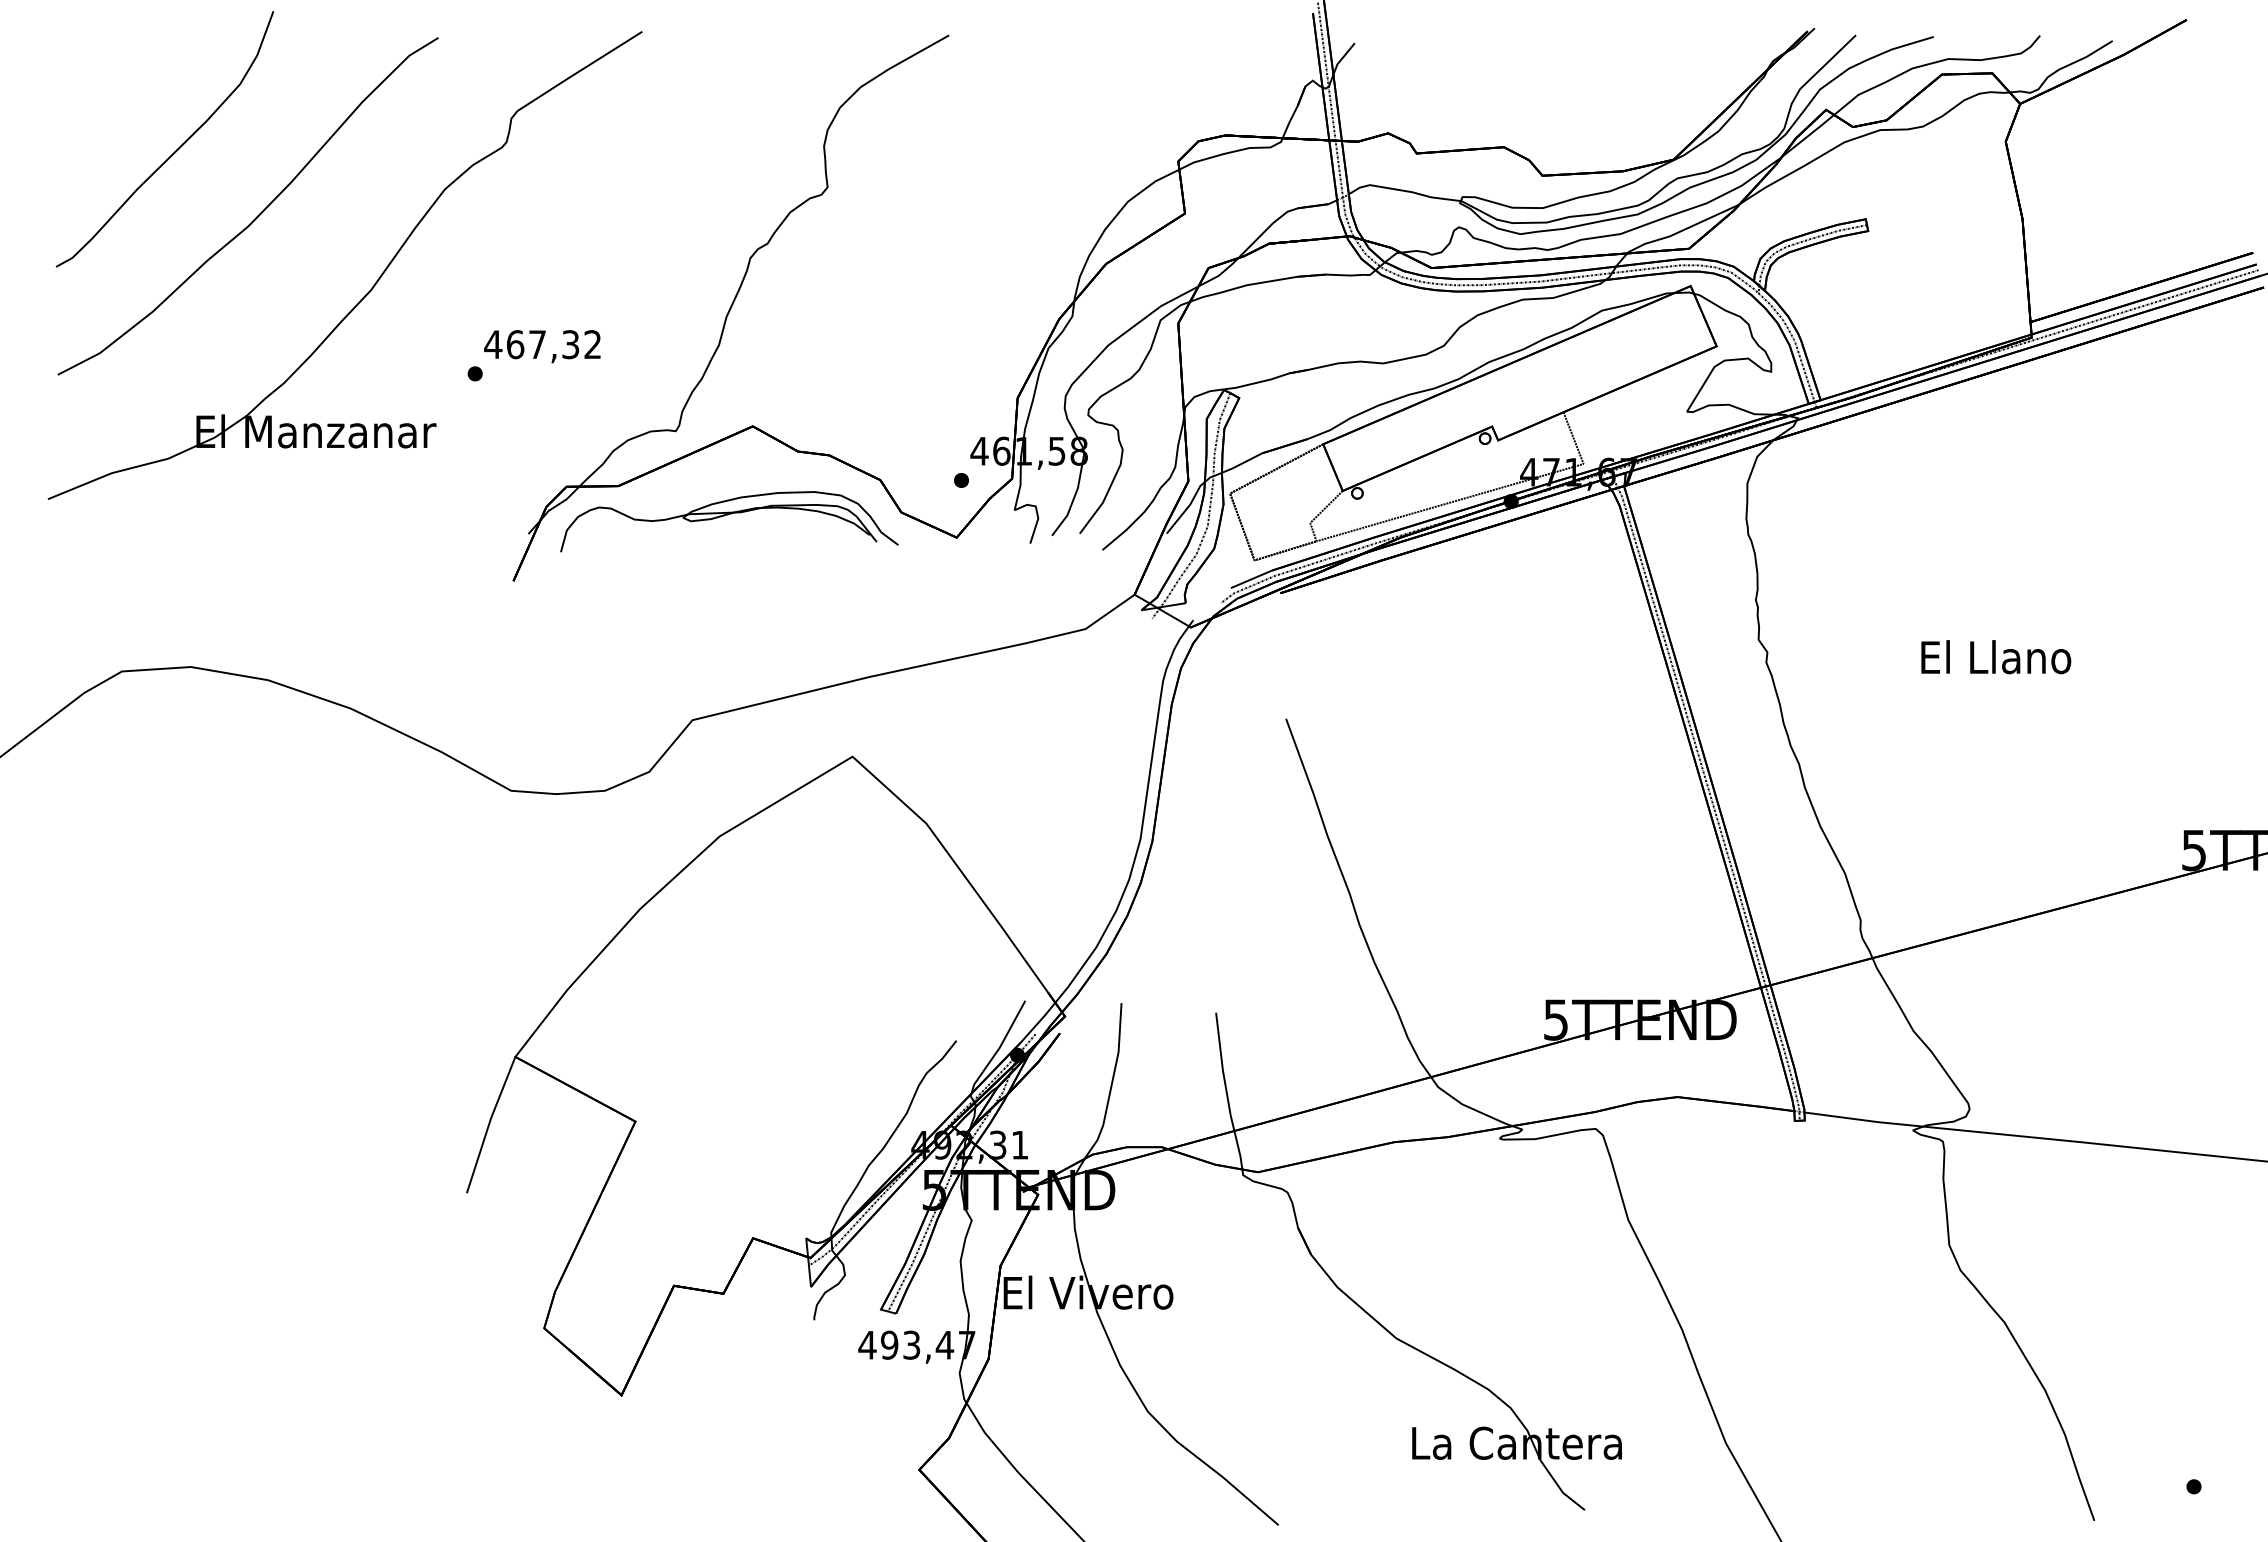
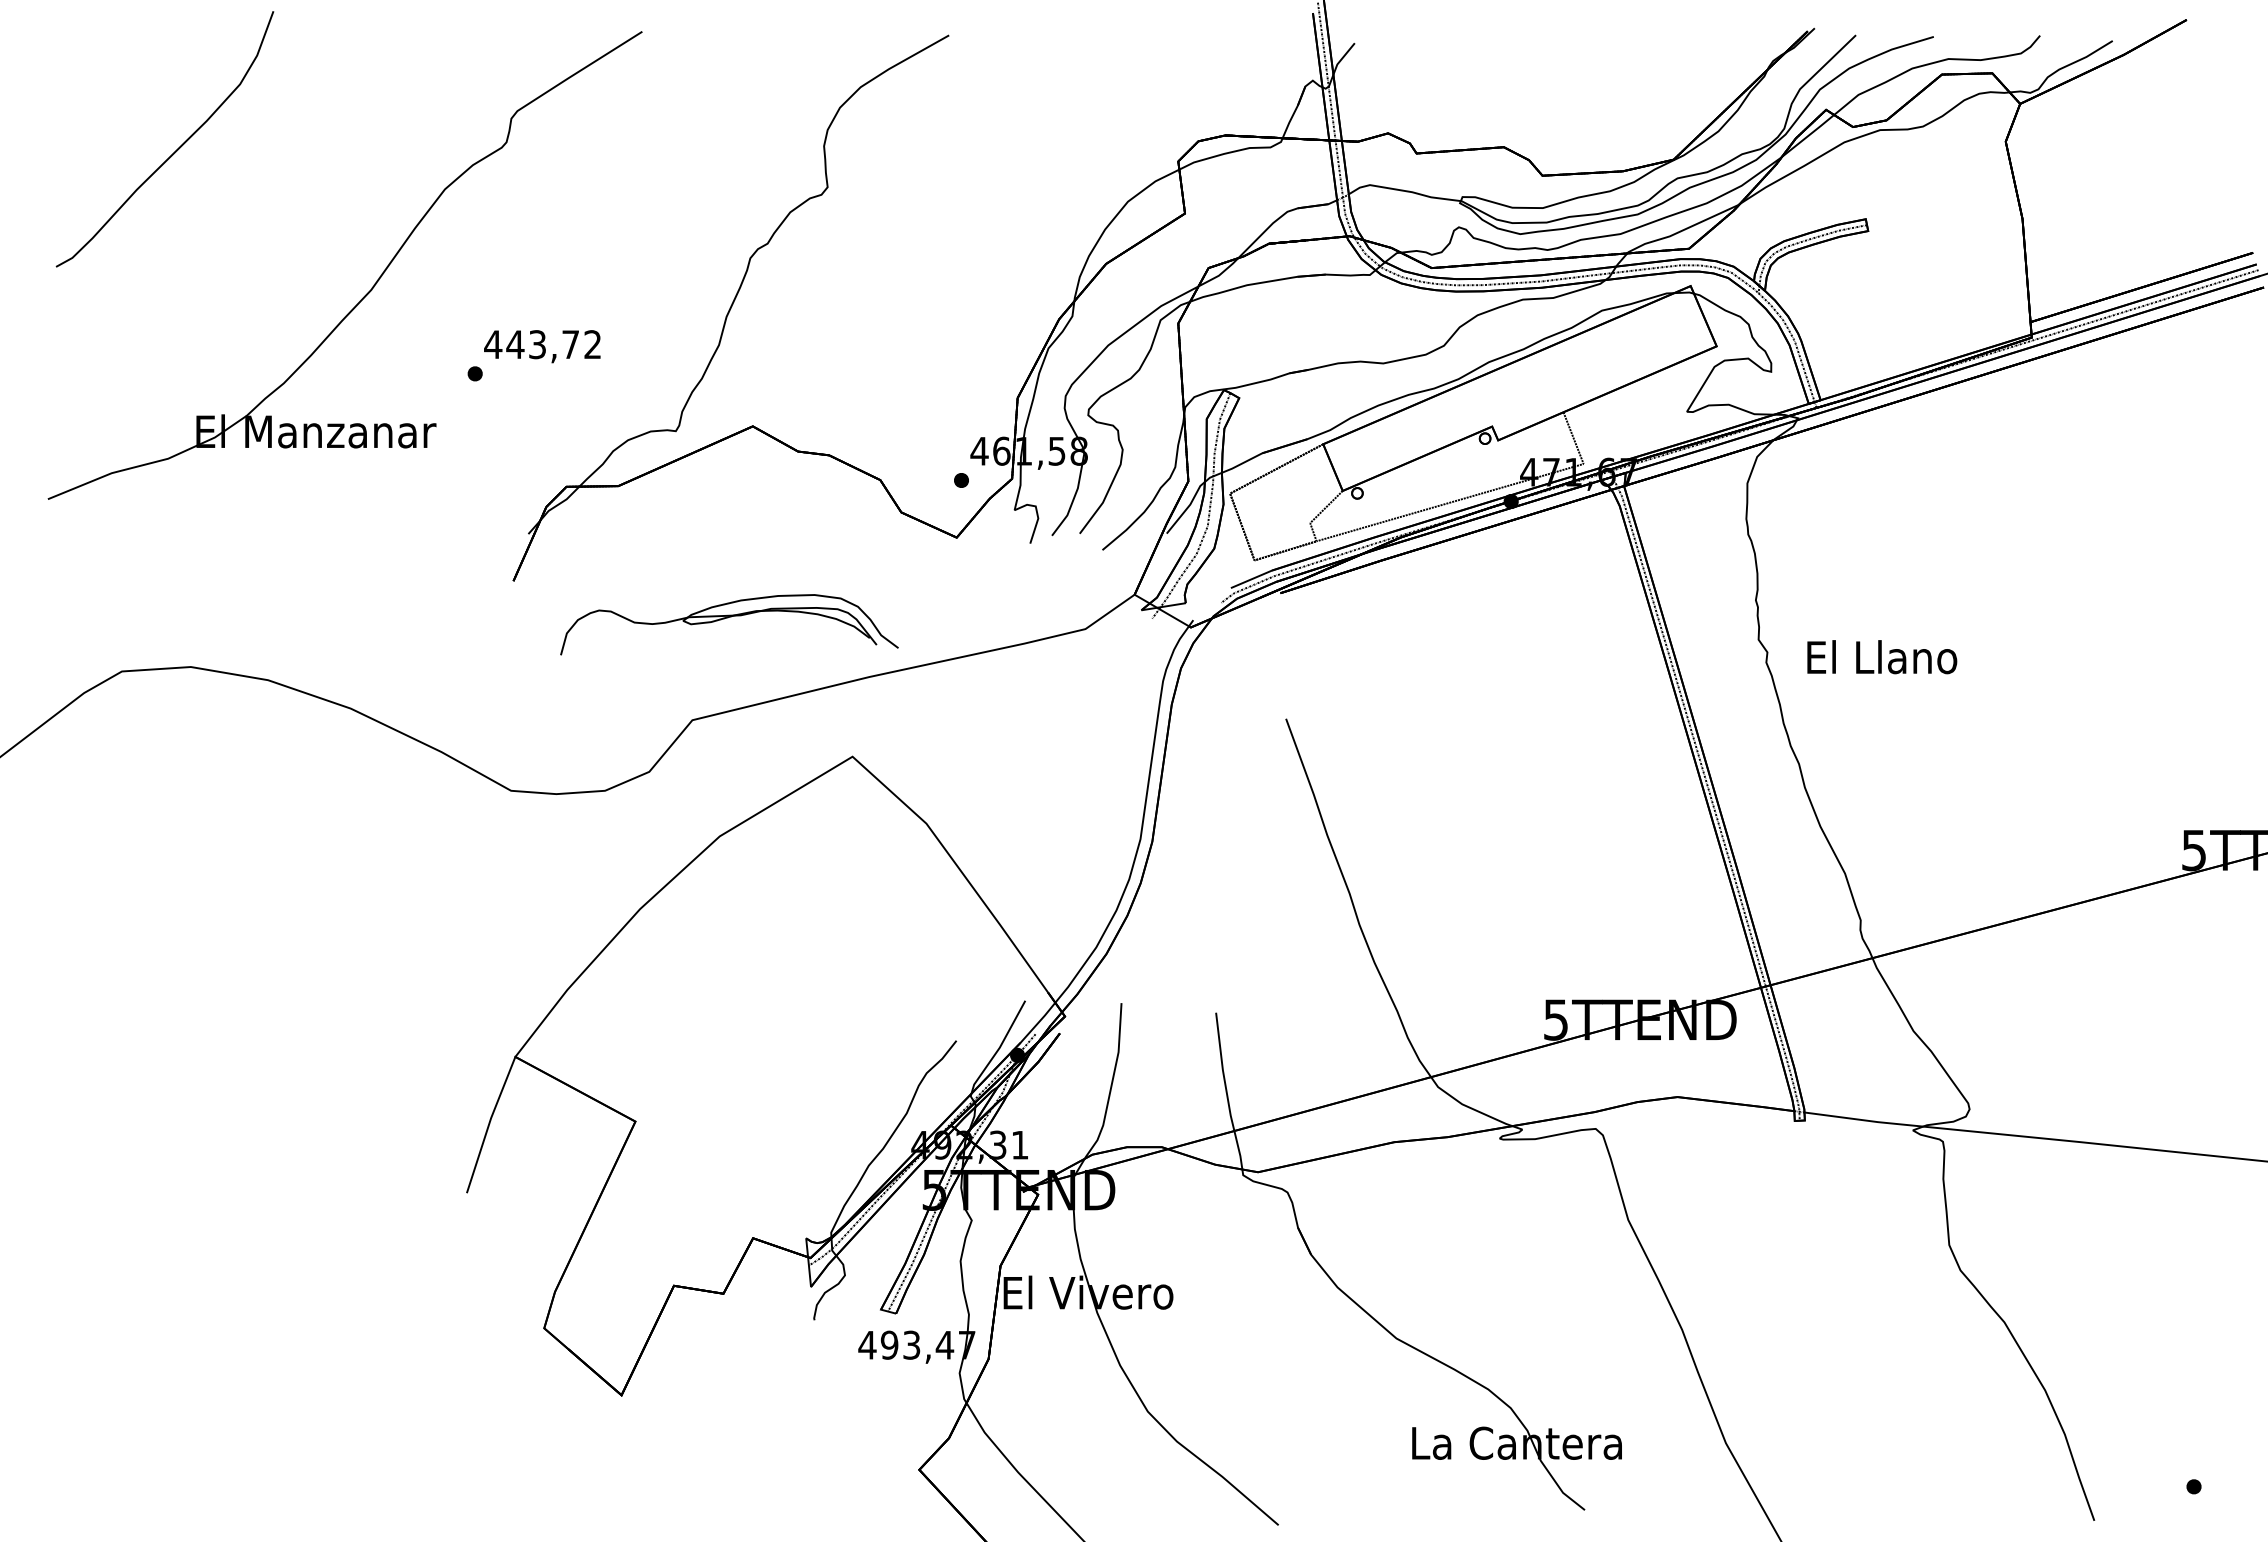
curve at (257, 215): present -> none
text at (542, 344): 467,32 -> 443,72
part at (728, 515) position: (728, 515) -> (728, 618)
text at (1996, 657) position: (1996, 657) -> (1882, 657)
